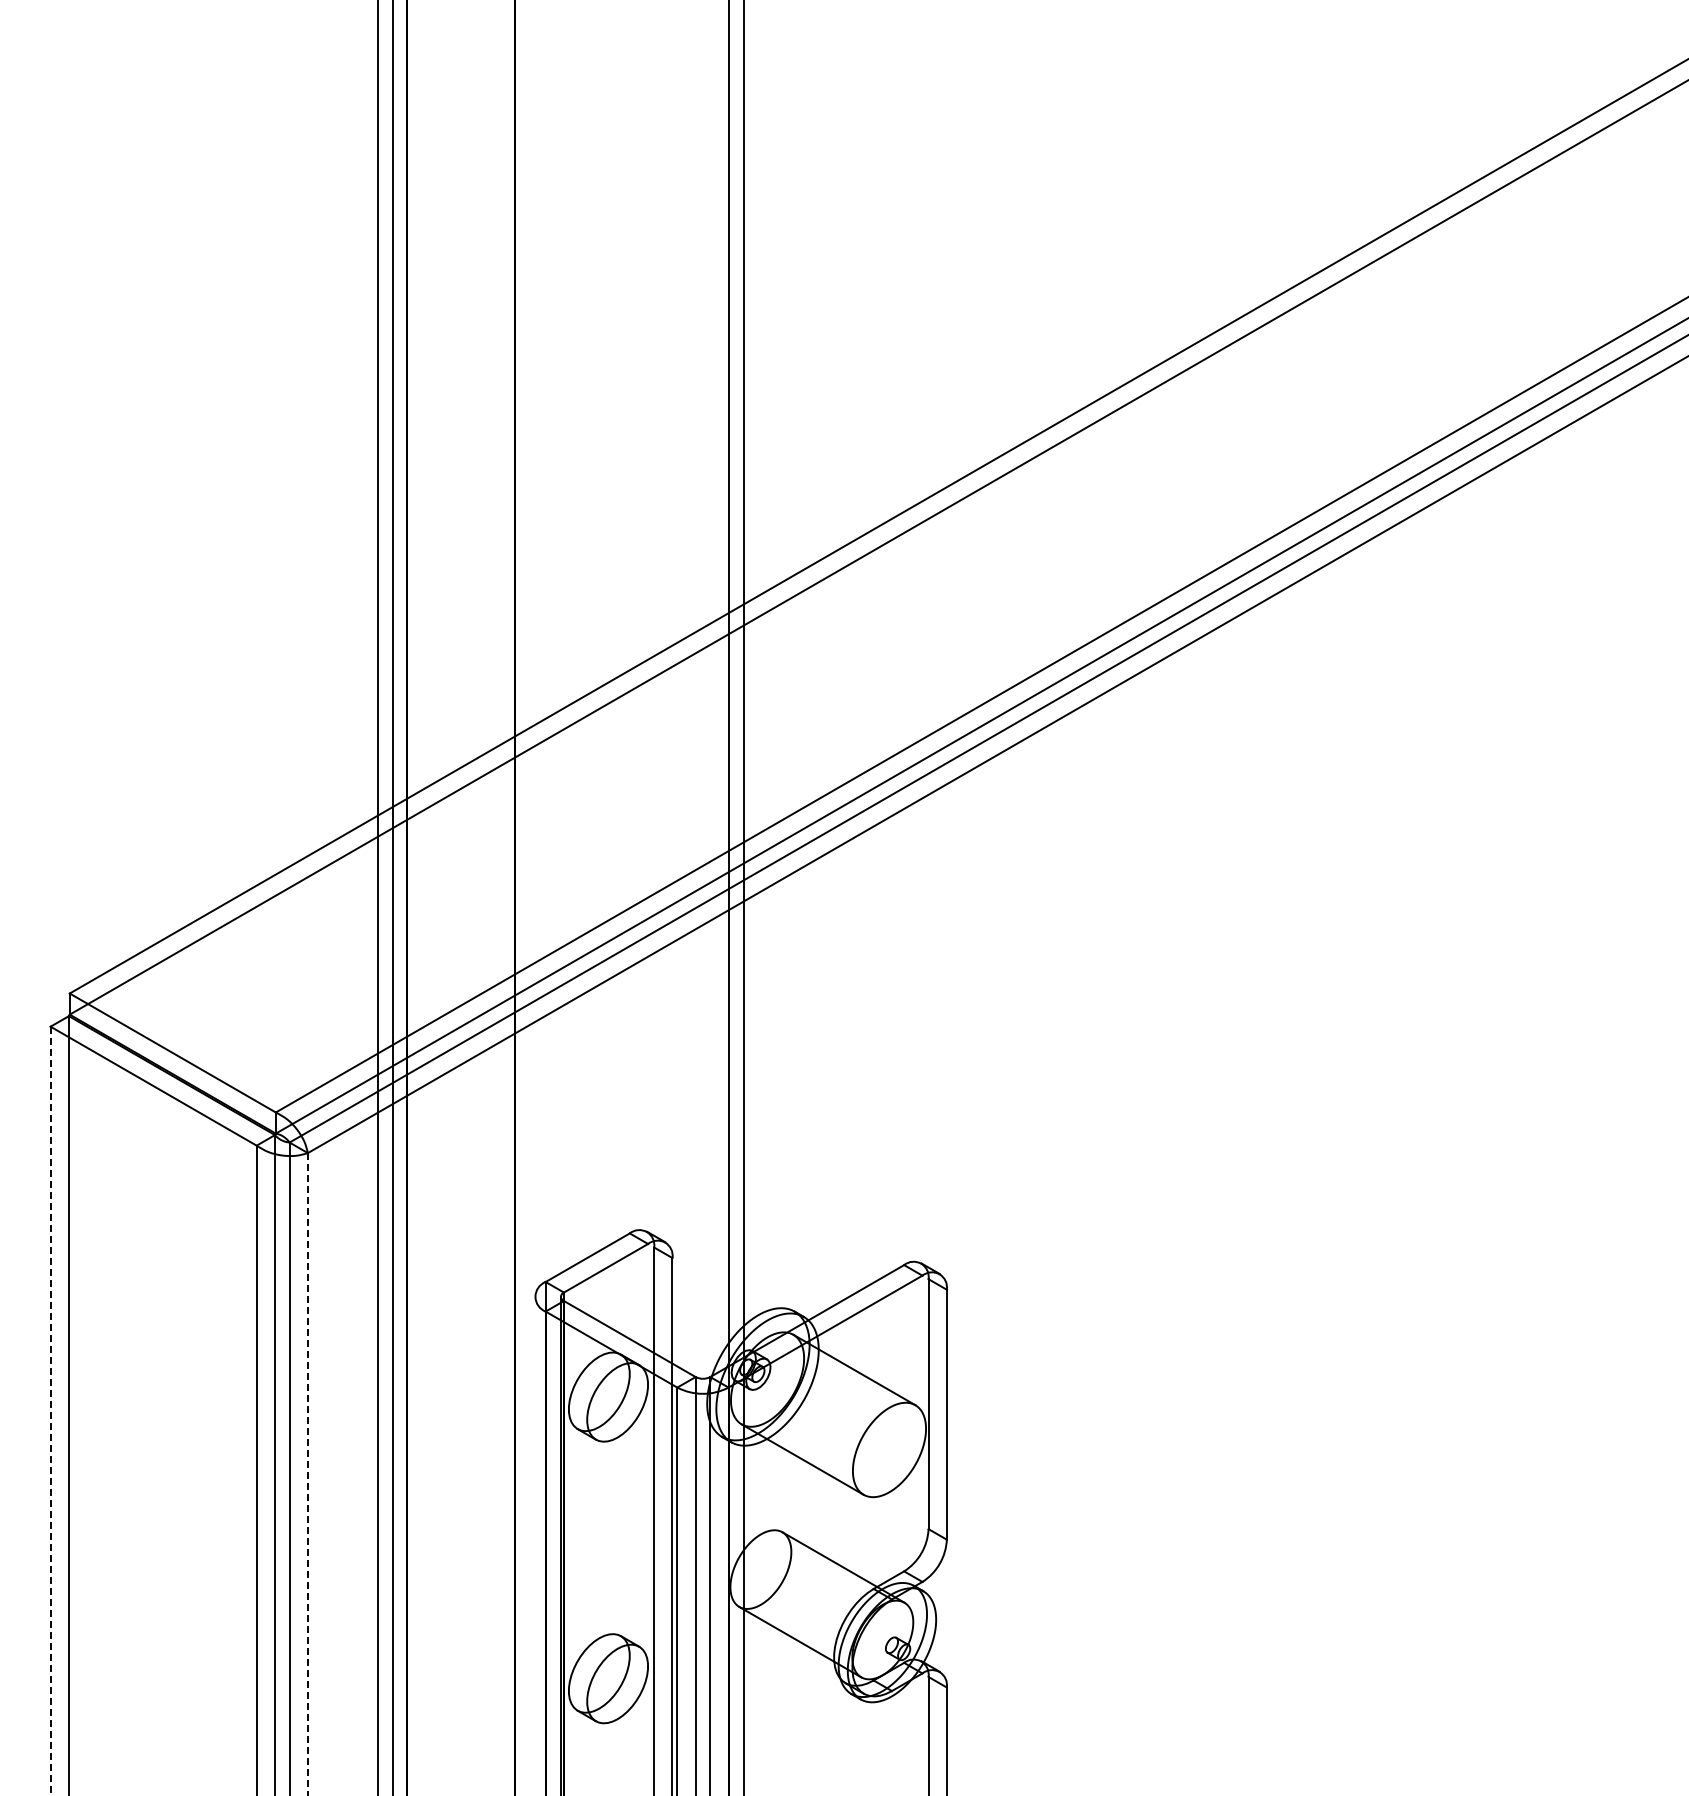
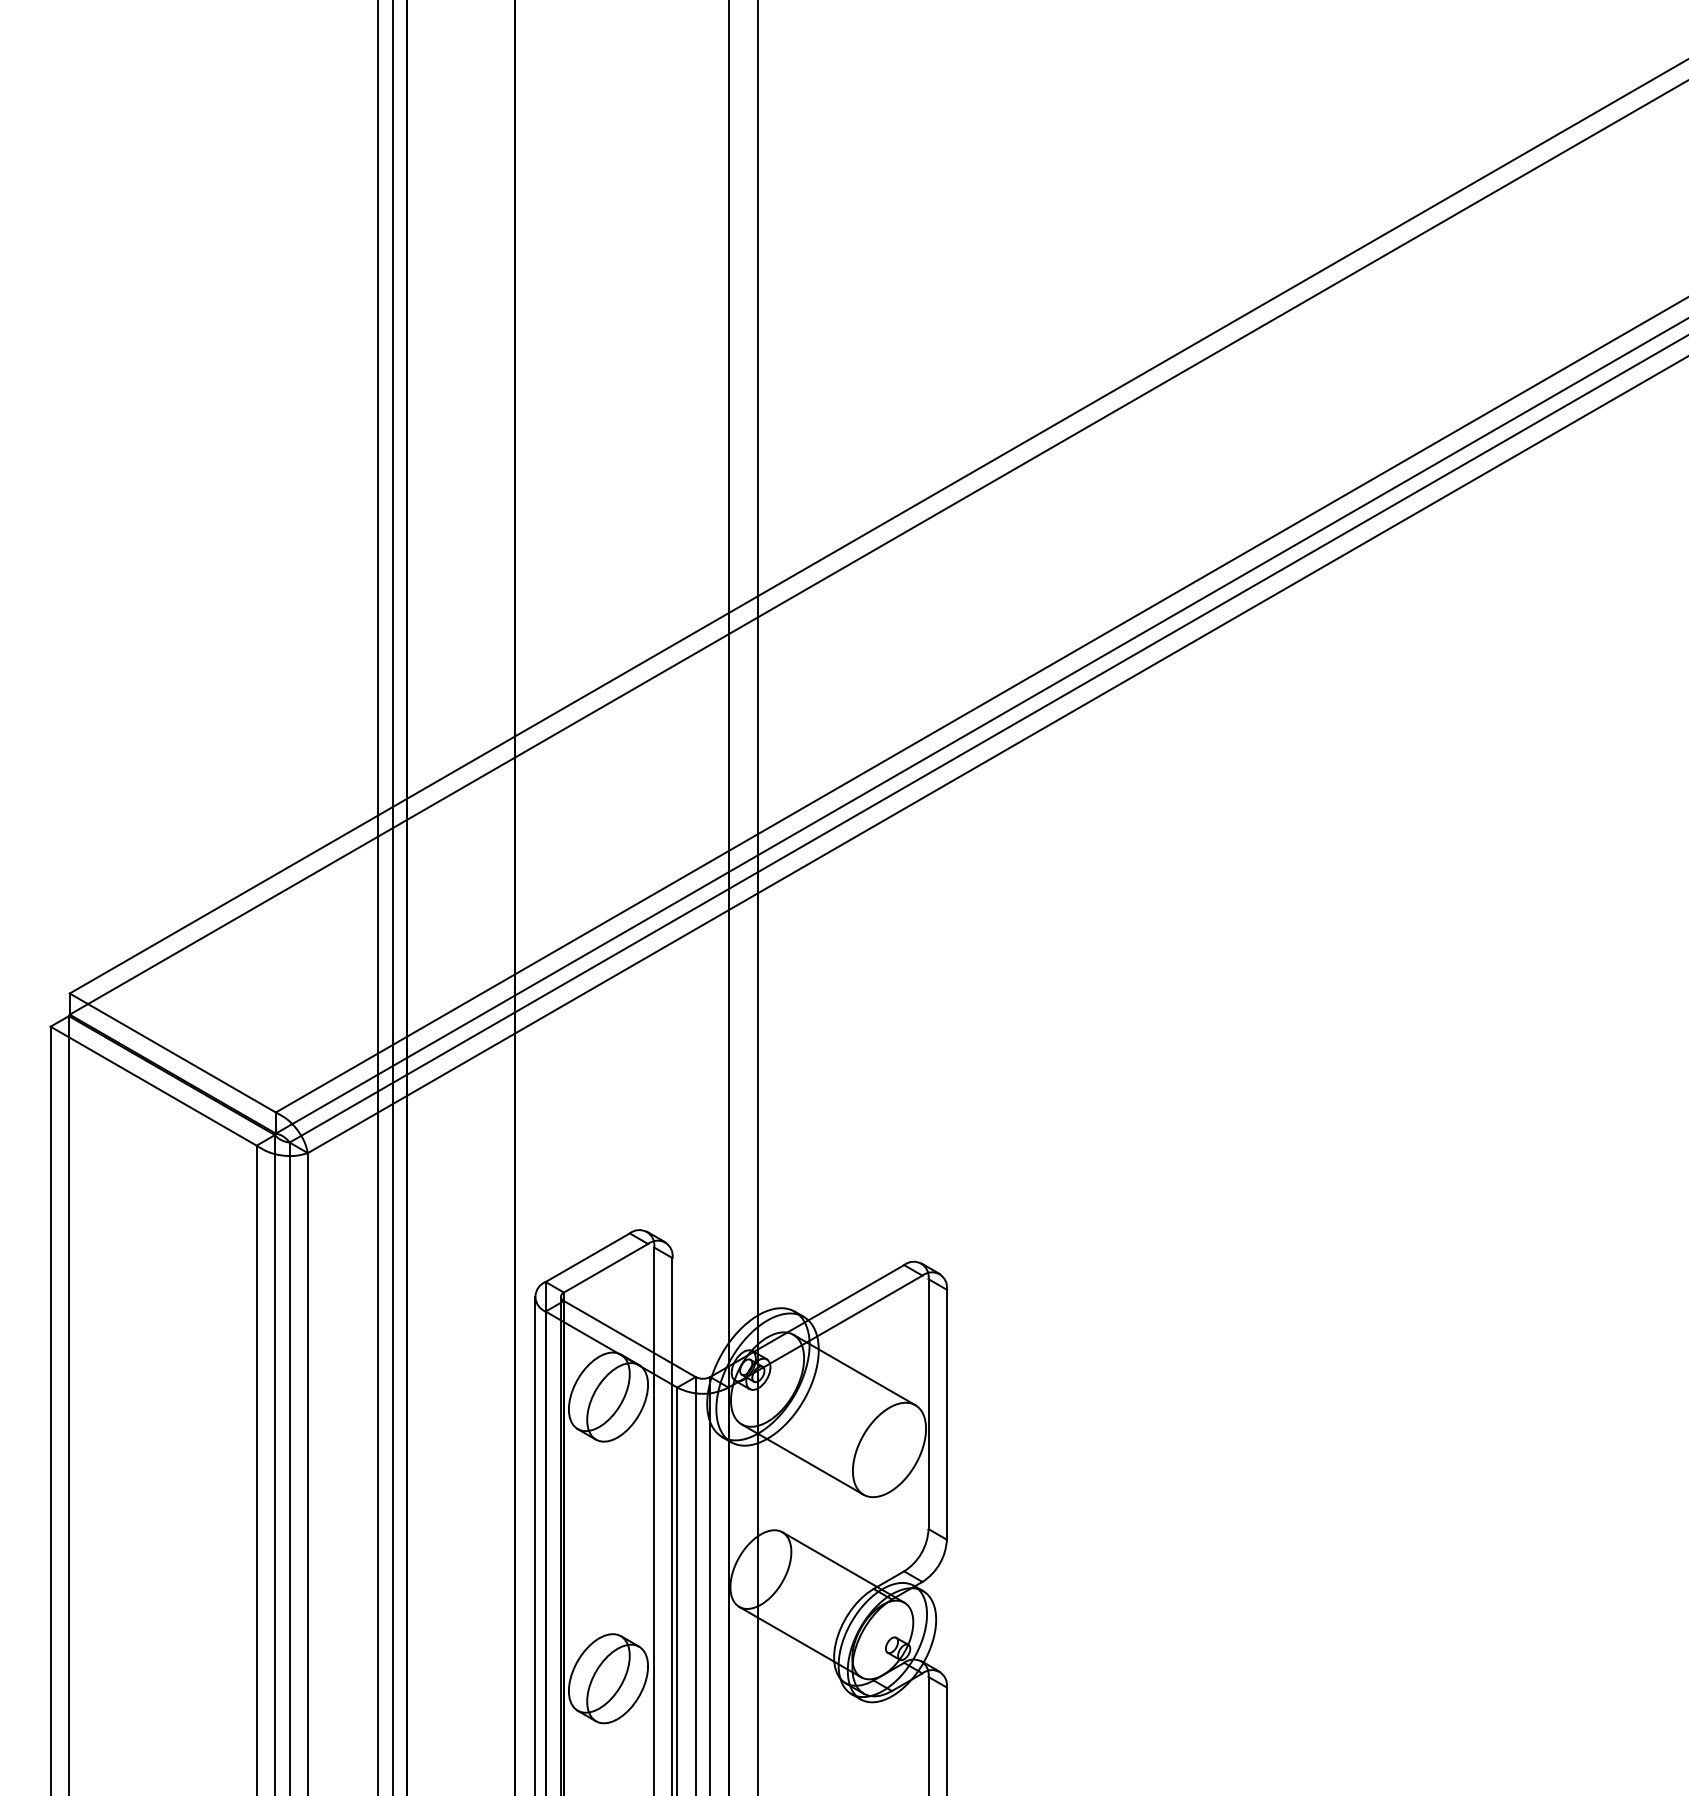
line at (744, 897) position: (744, 897) -> (758, 897)
line at (50, 1411): dashed -> solid
line at (307, 1474): dashed -> solid
line at (535, 1544): none -> present
